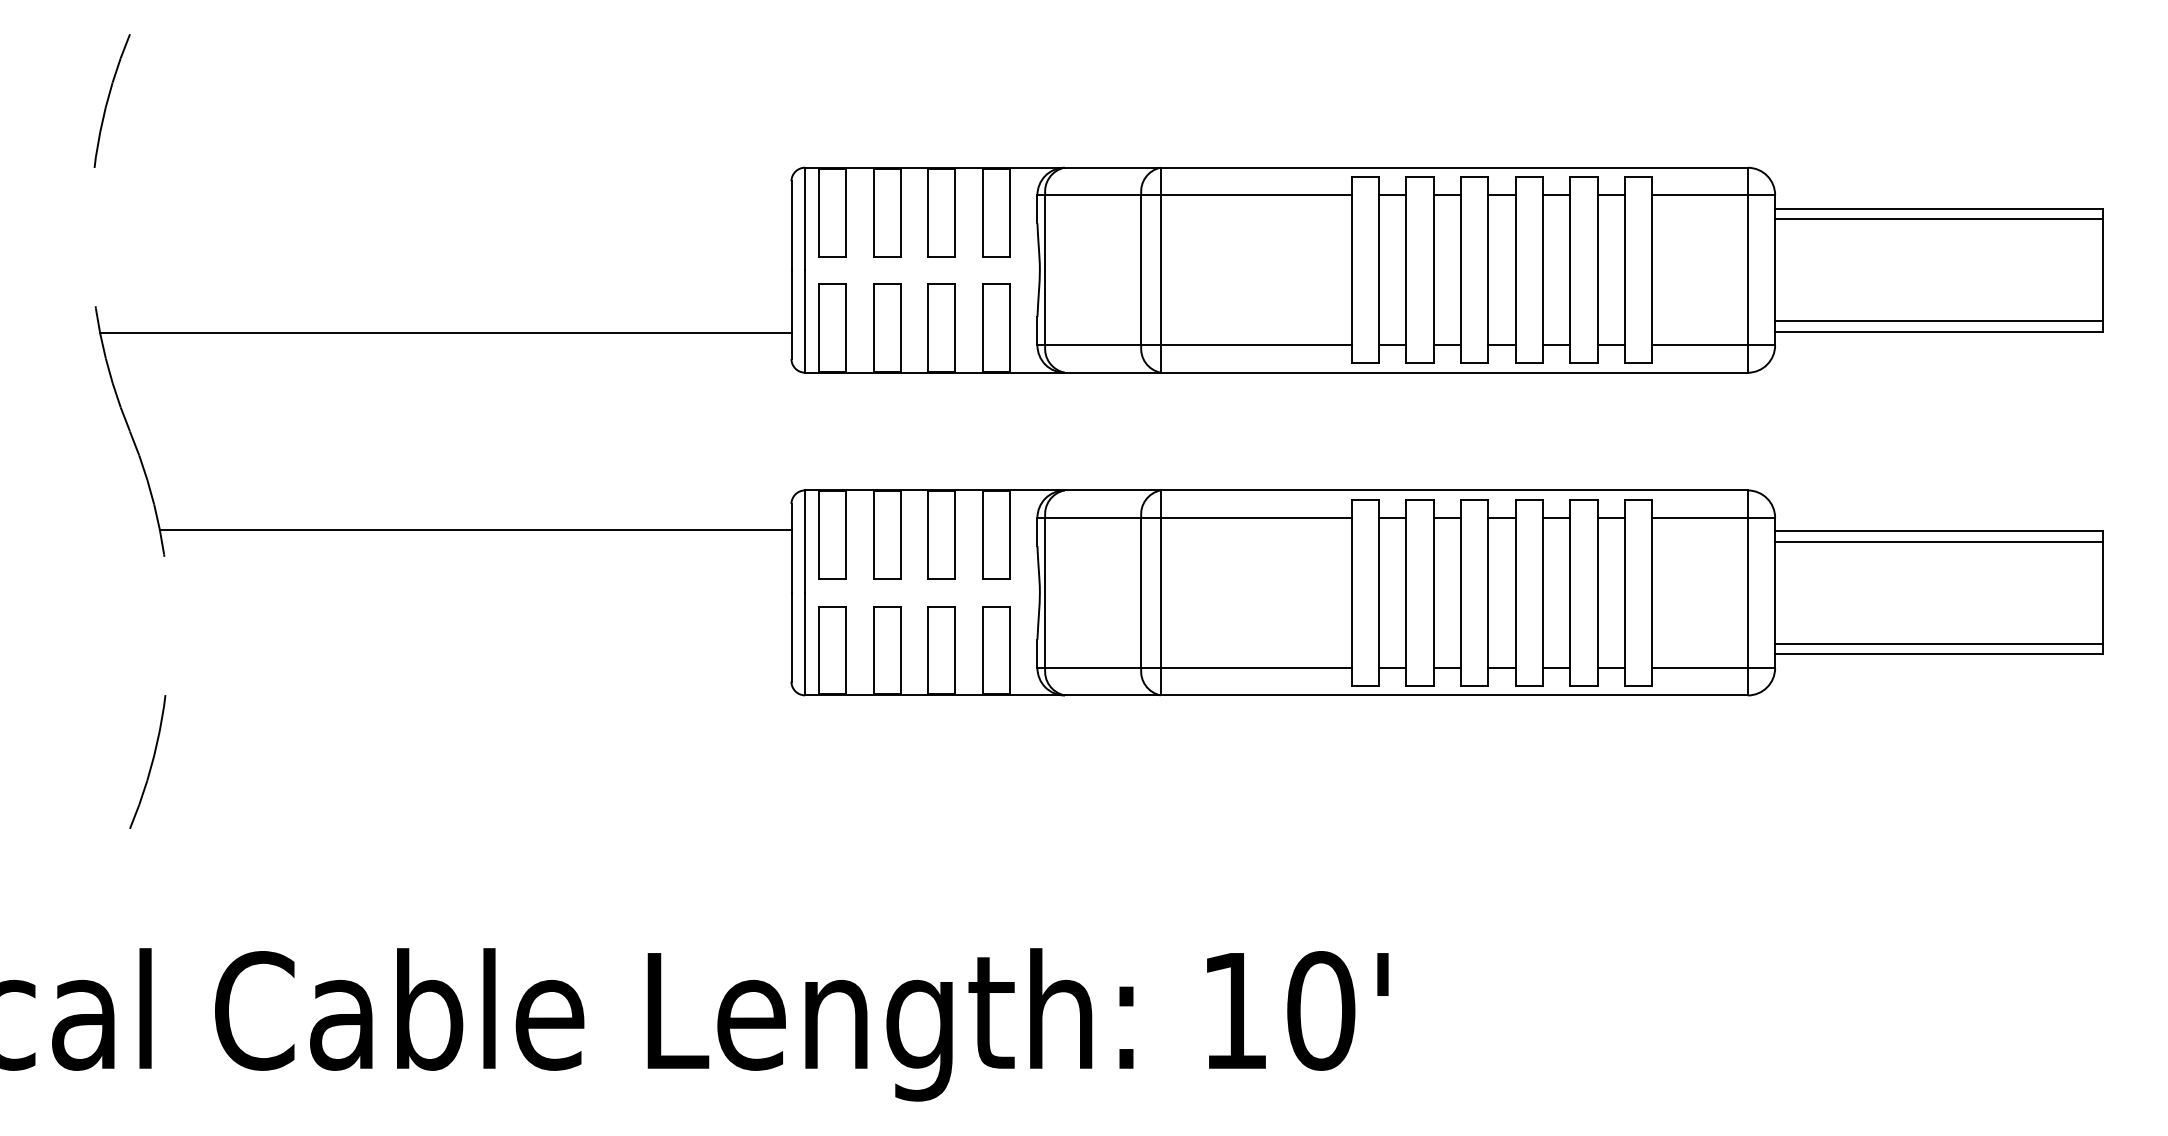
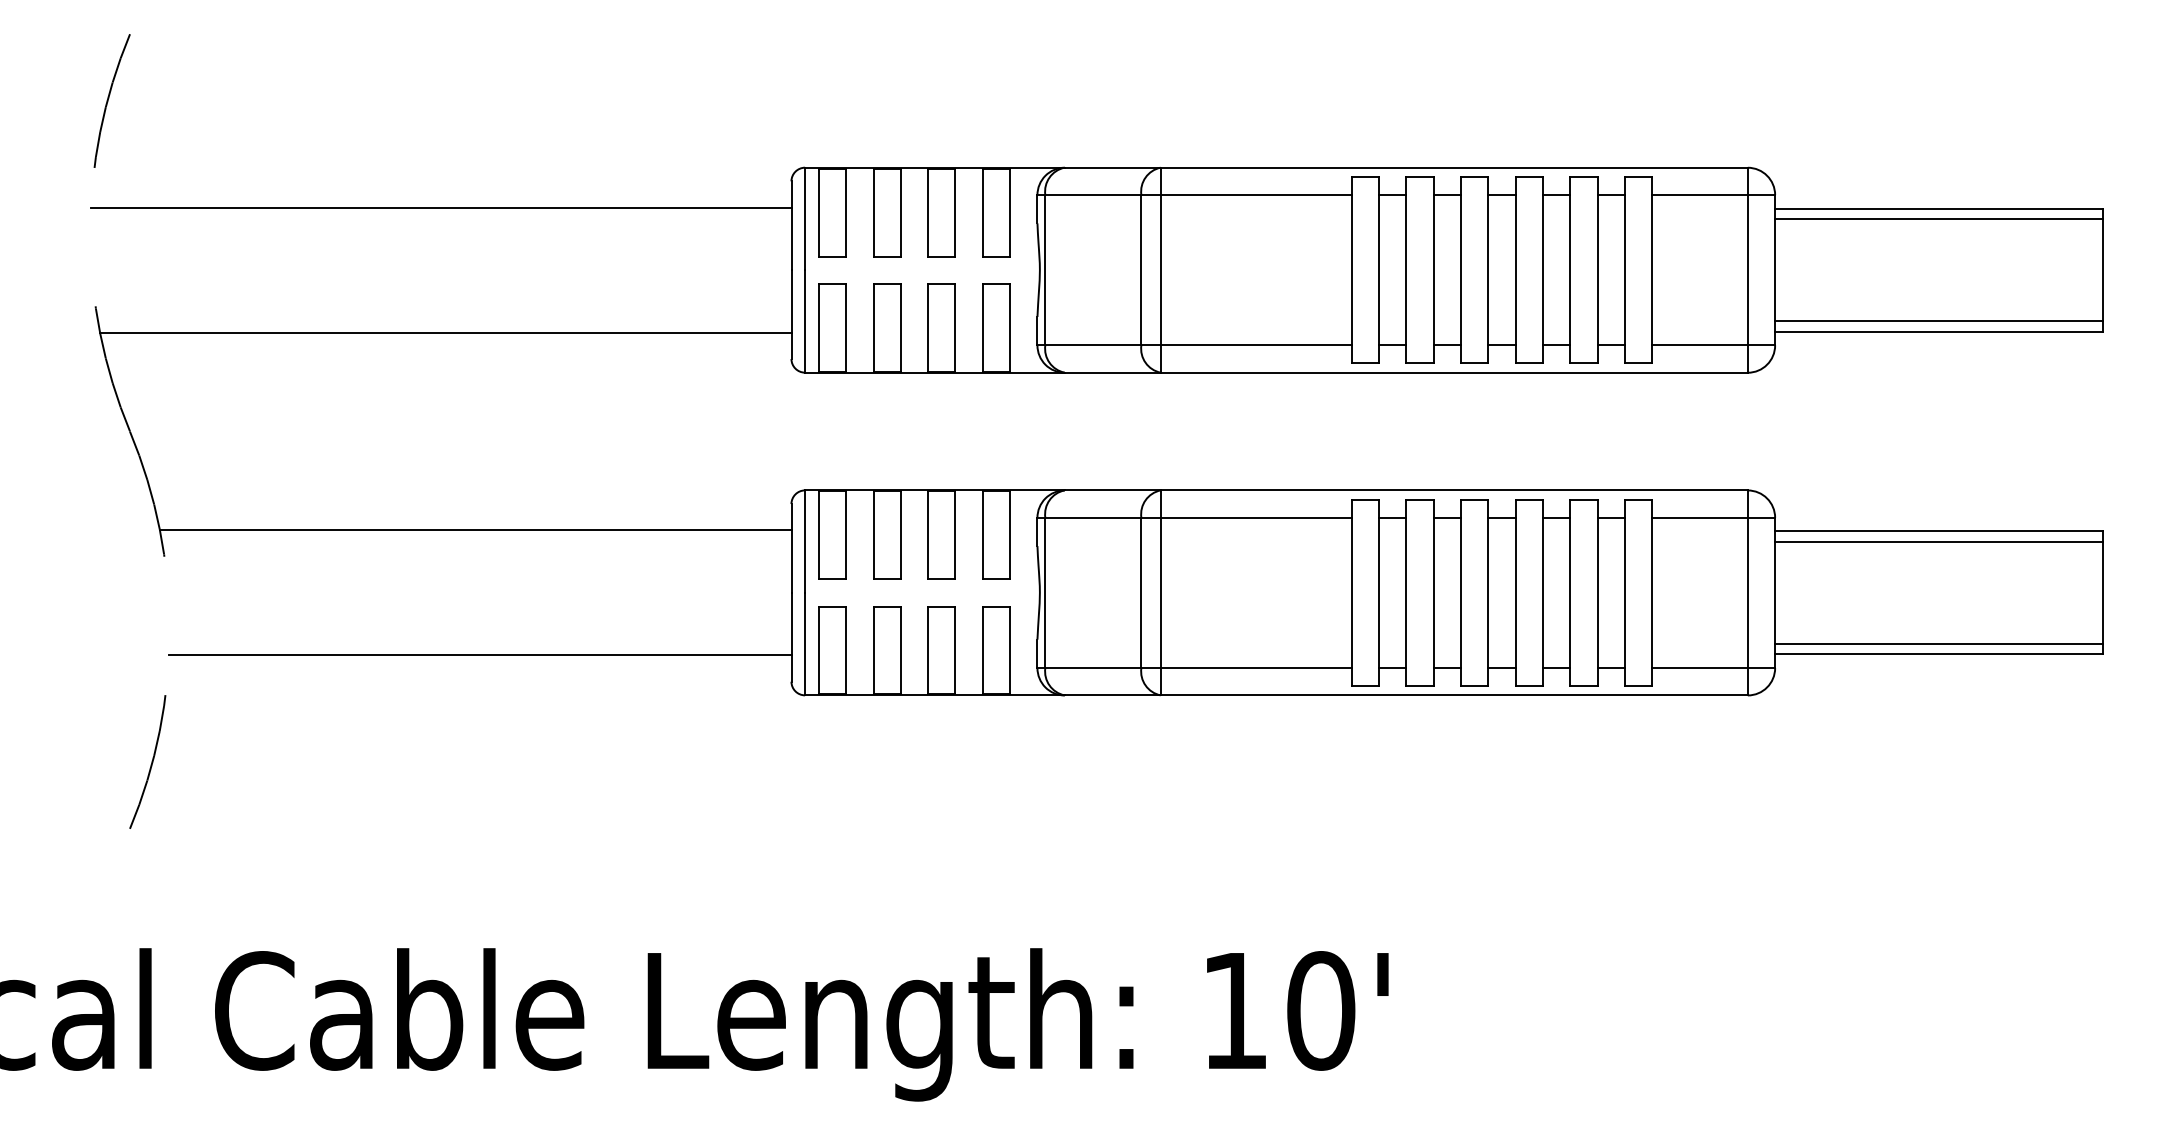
line at (441, 207): none -> present
line at (480, 655): none -> present
